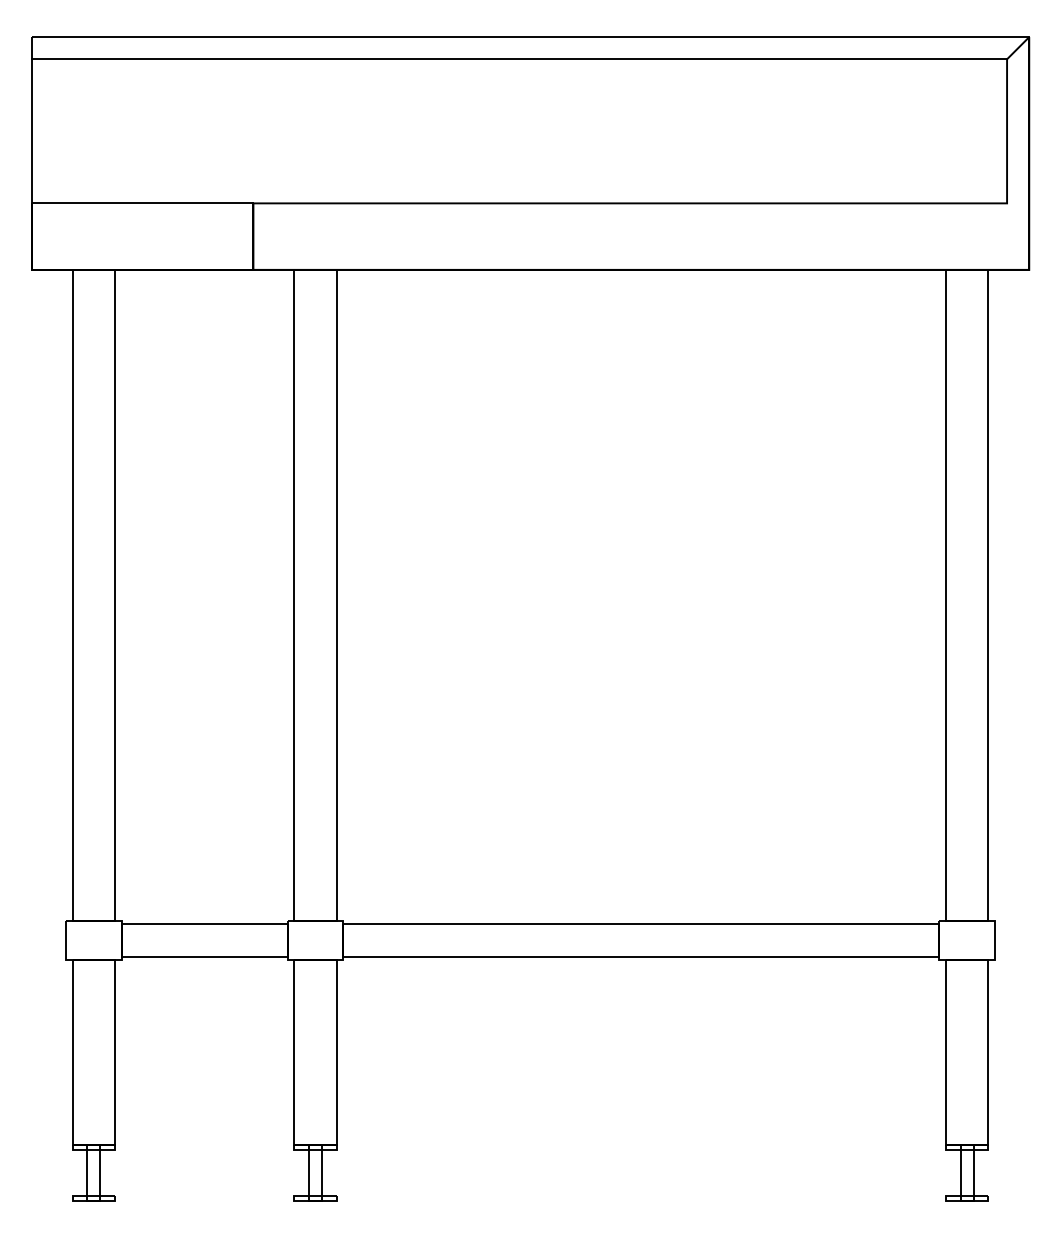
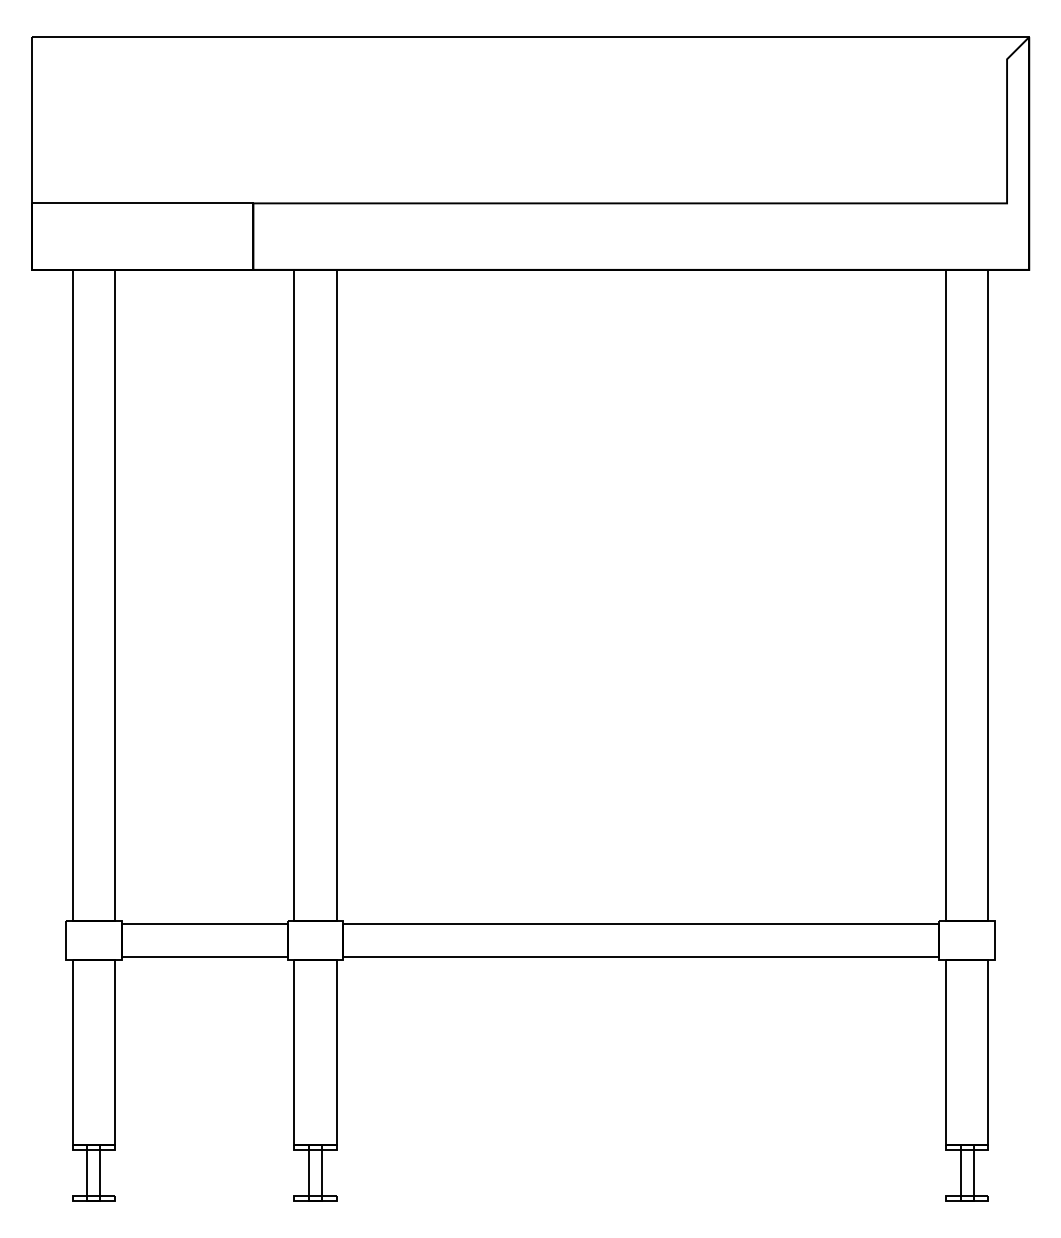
line at (519, 59): present -> none
